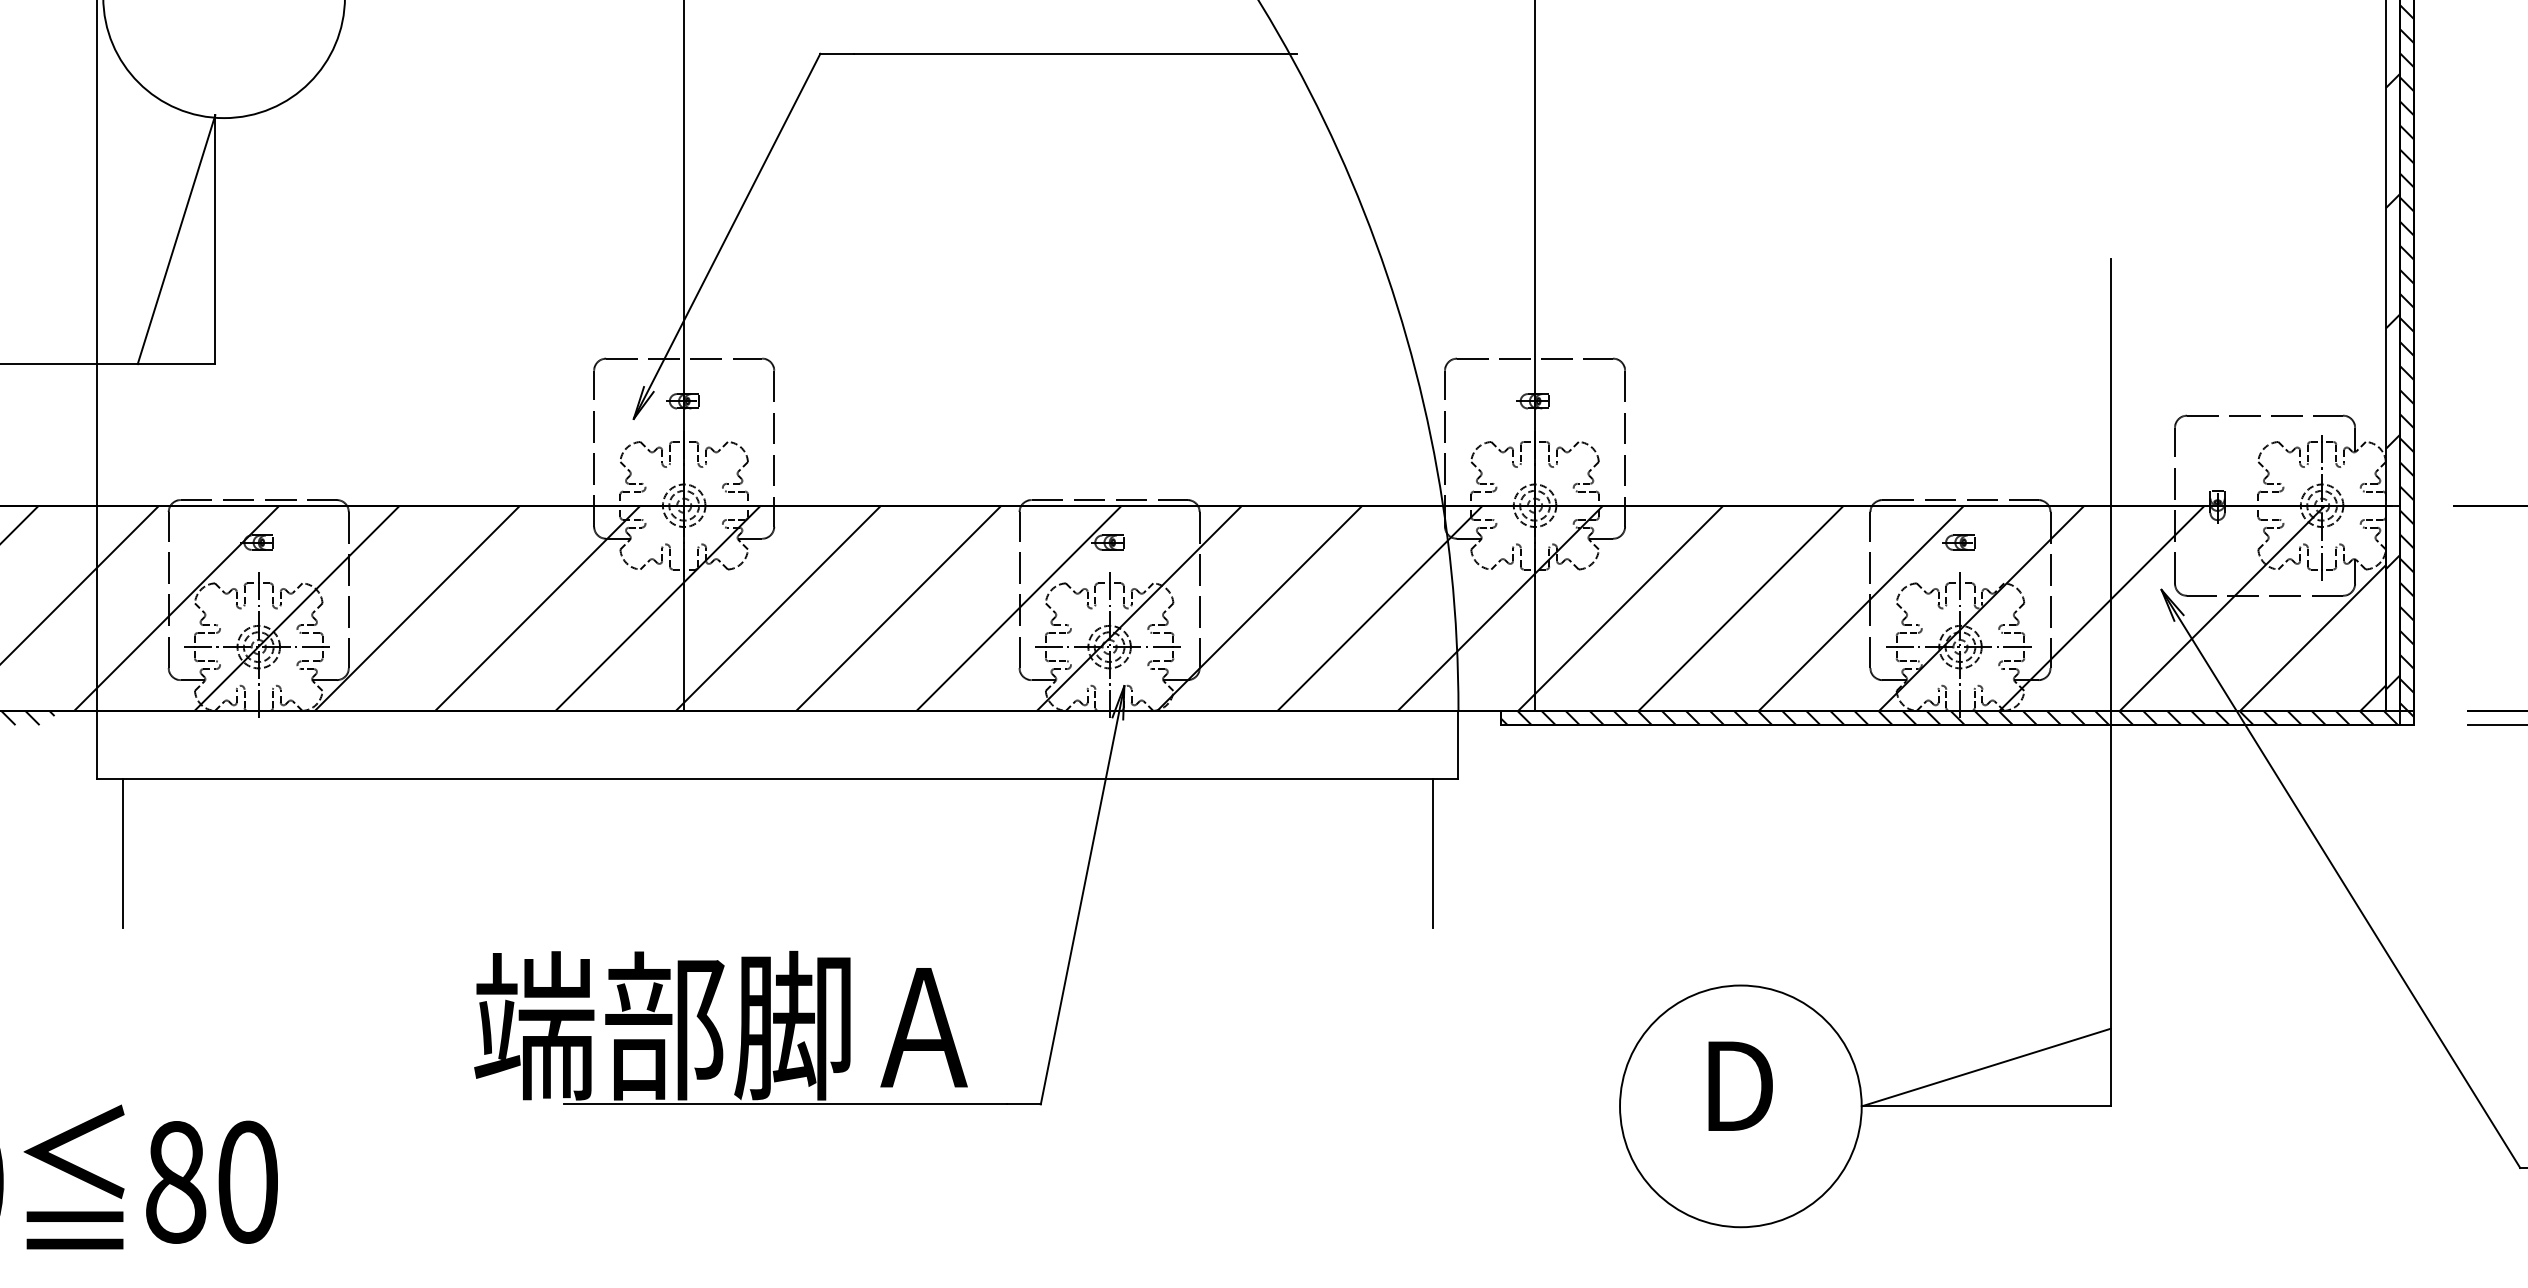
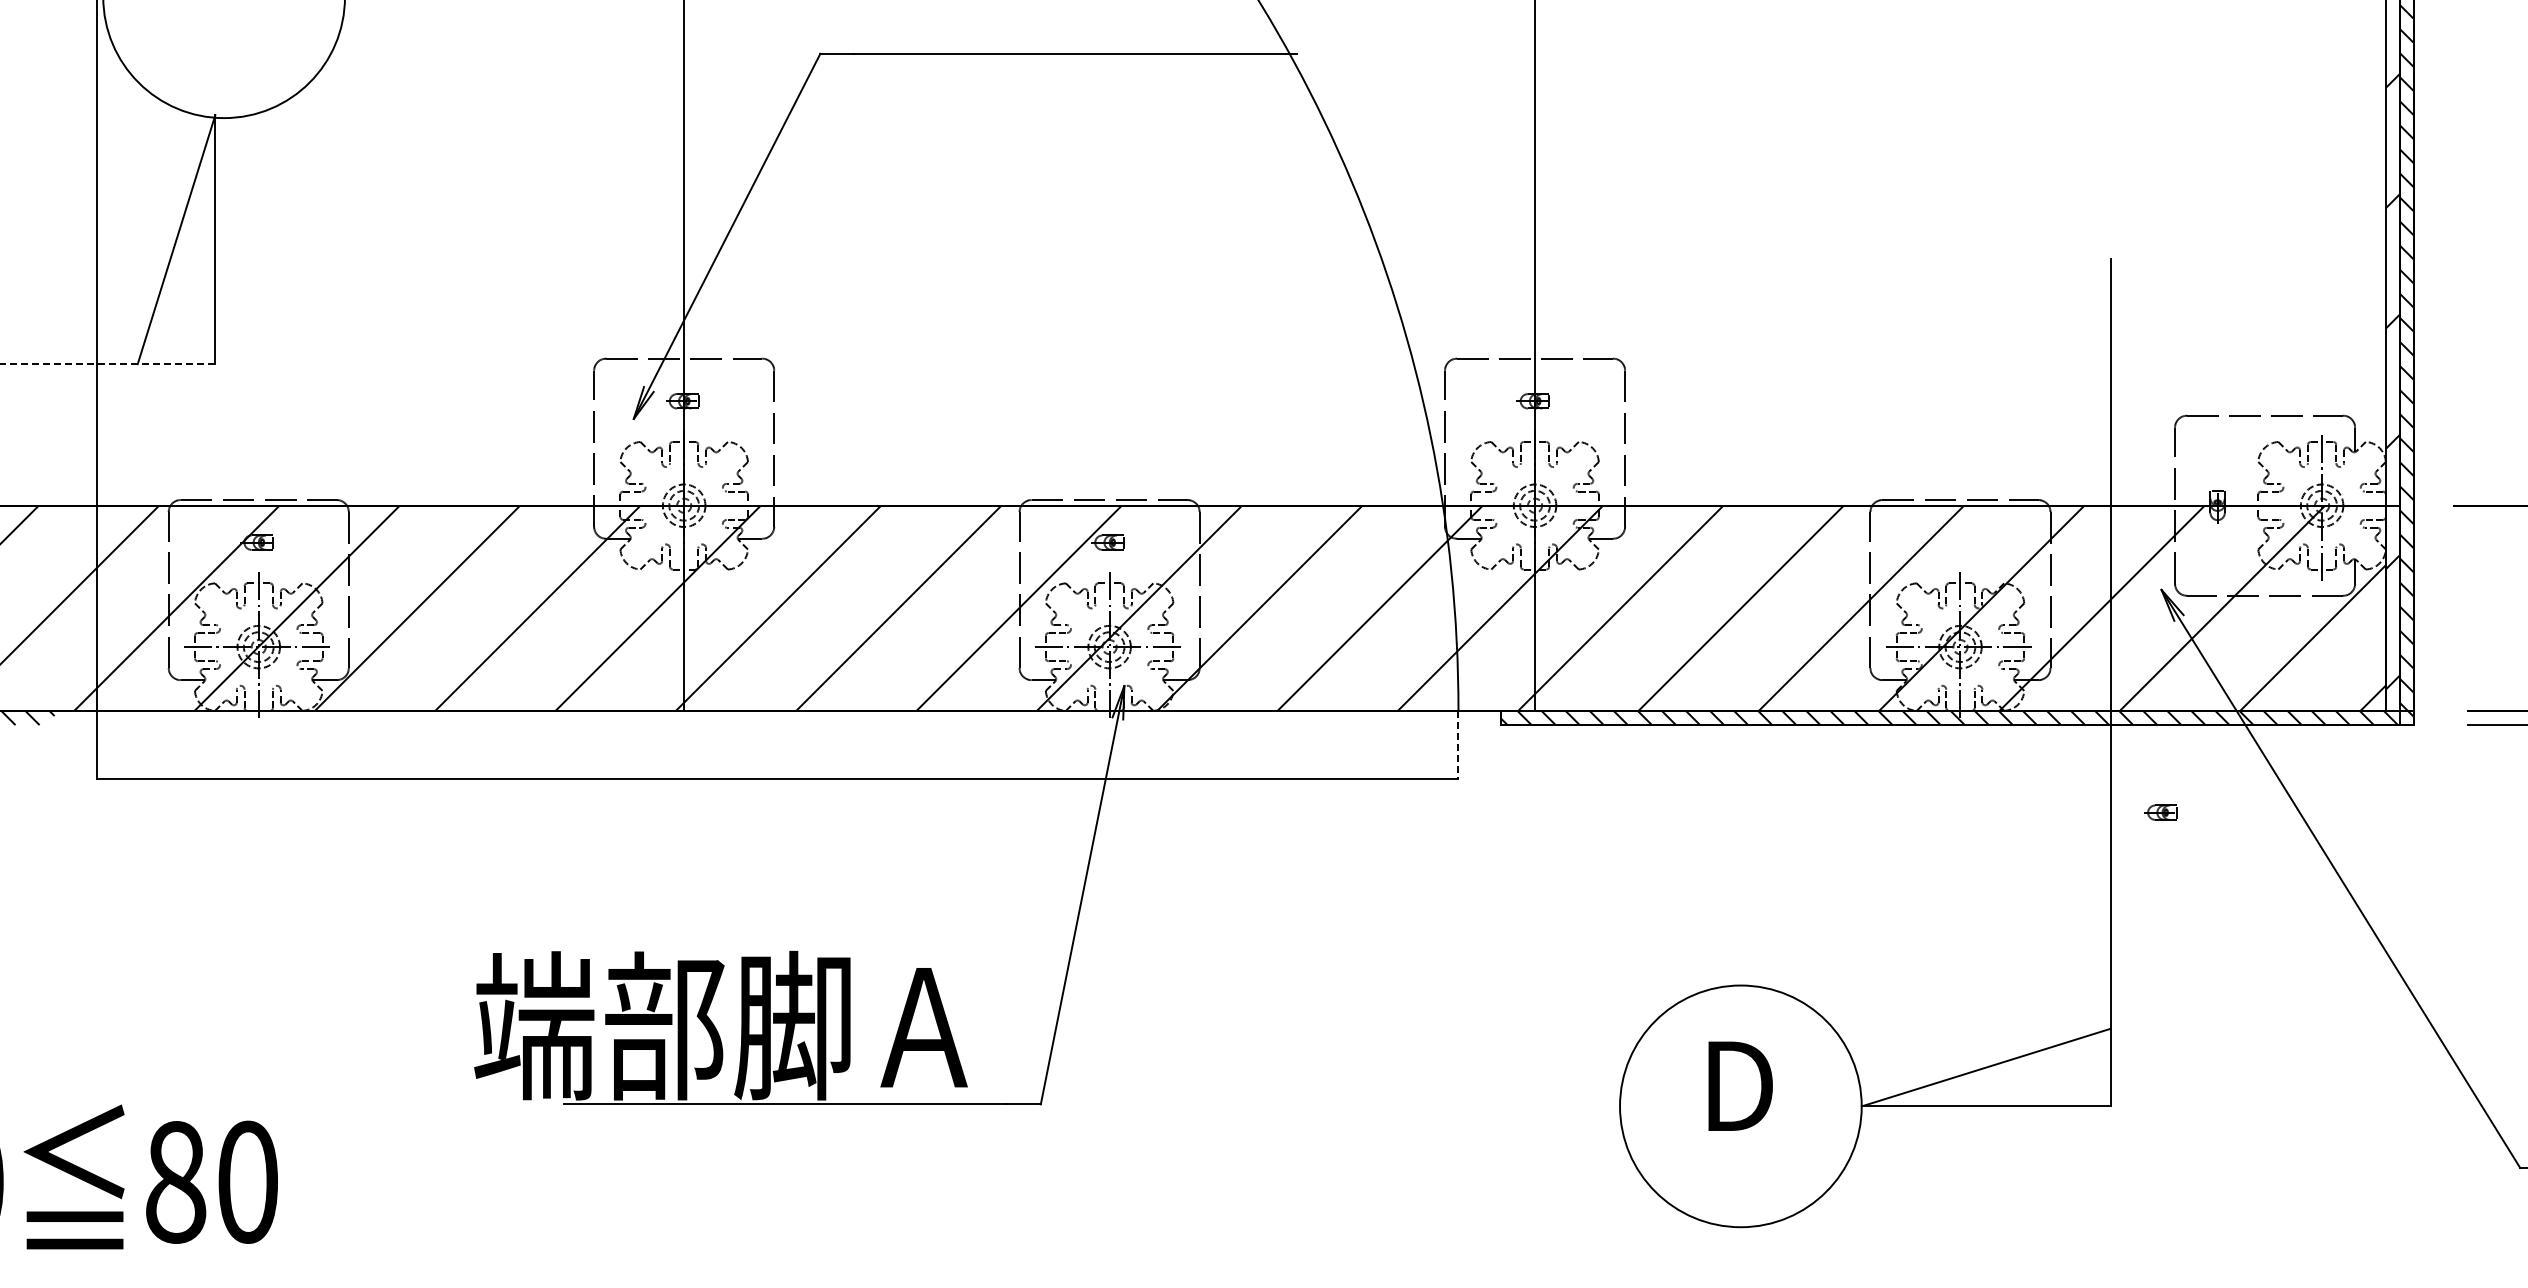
line at (107, 364): solid -> dashed
part at (1958, 542) position: (1958, 542) -> (2160, 812)
line at (1458, 745): solid -> dashed
line at (122, 853): present -> none
line at (1432, 853): present -> none
